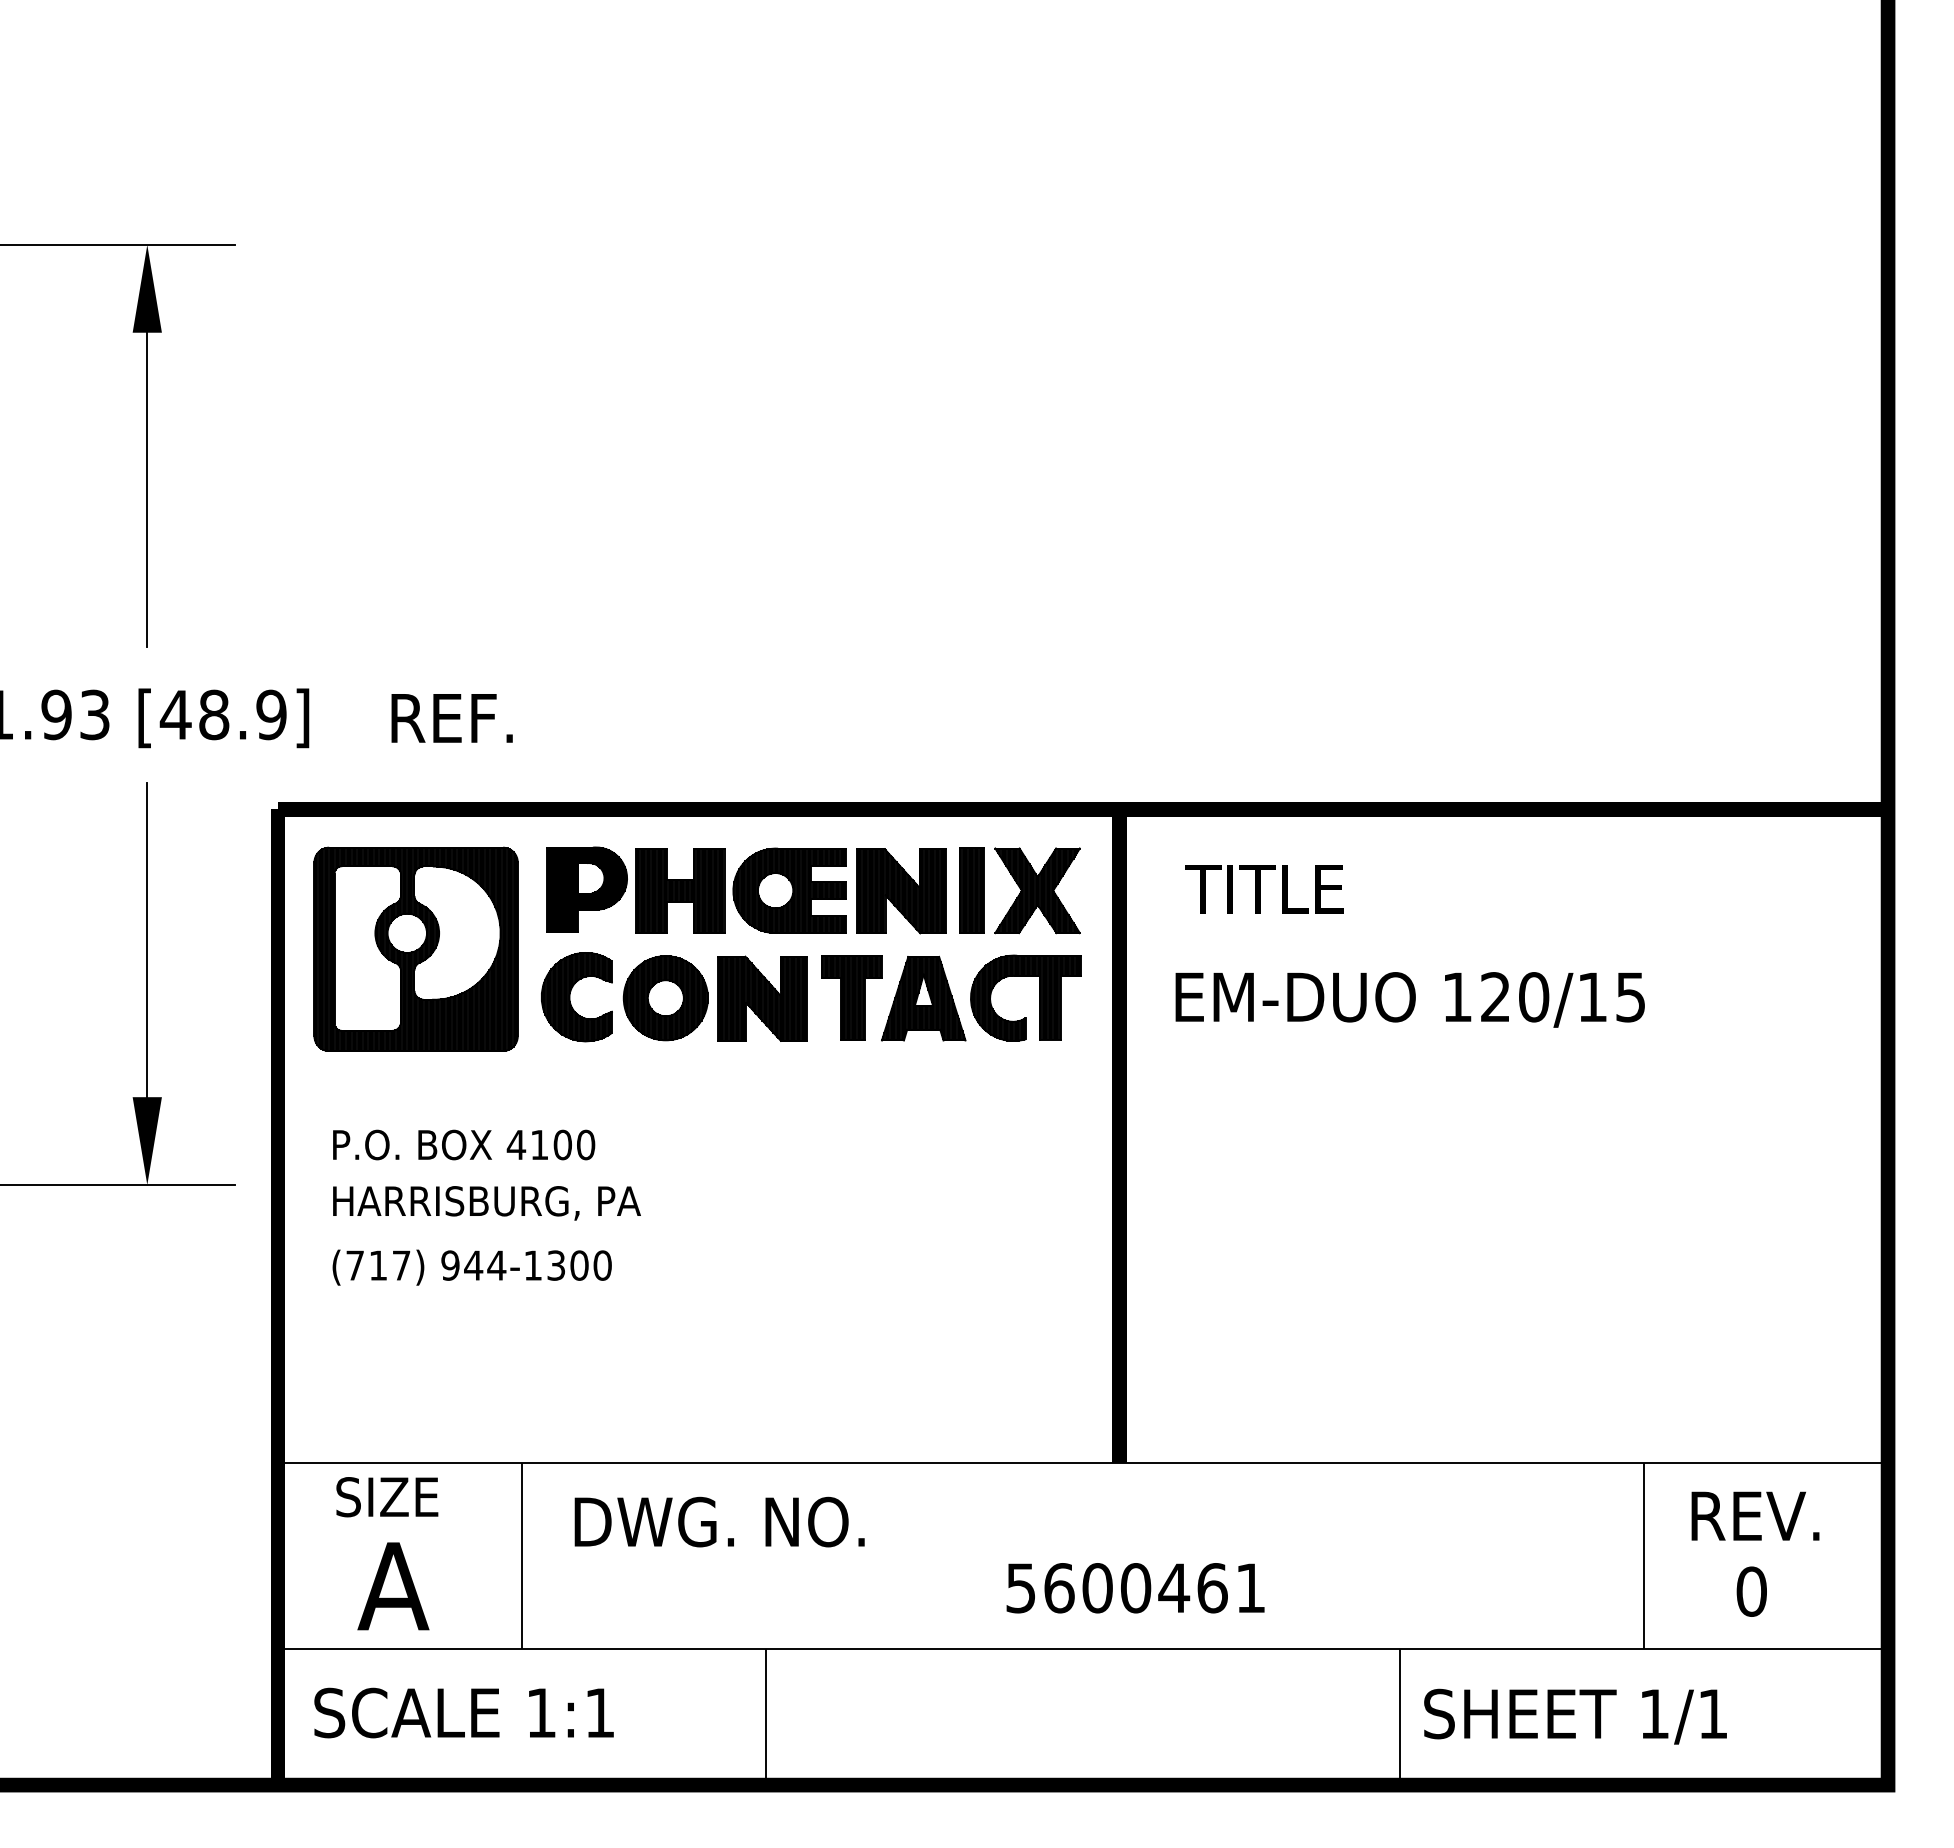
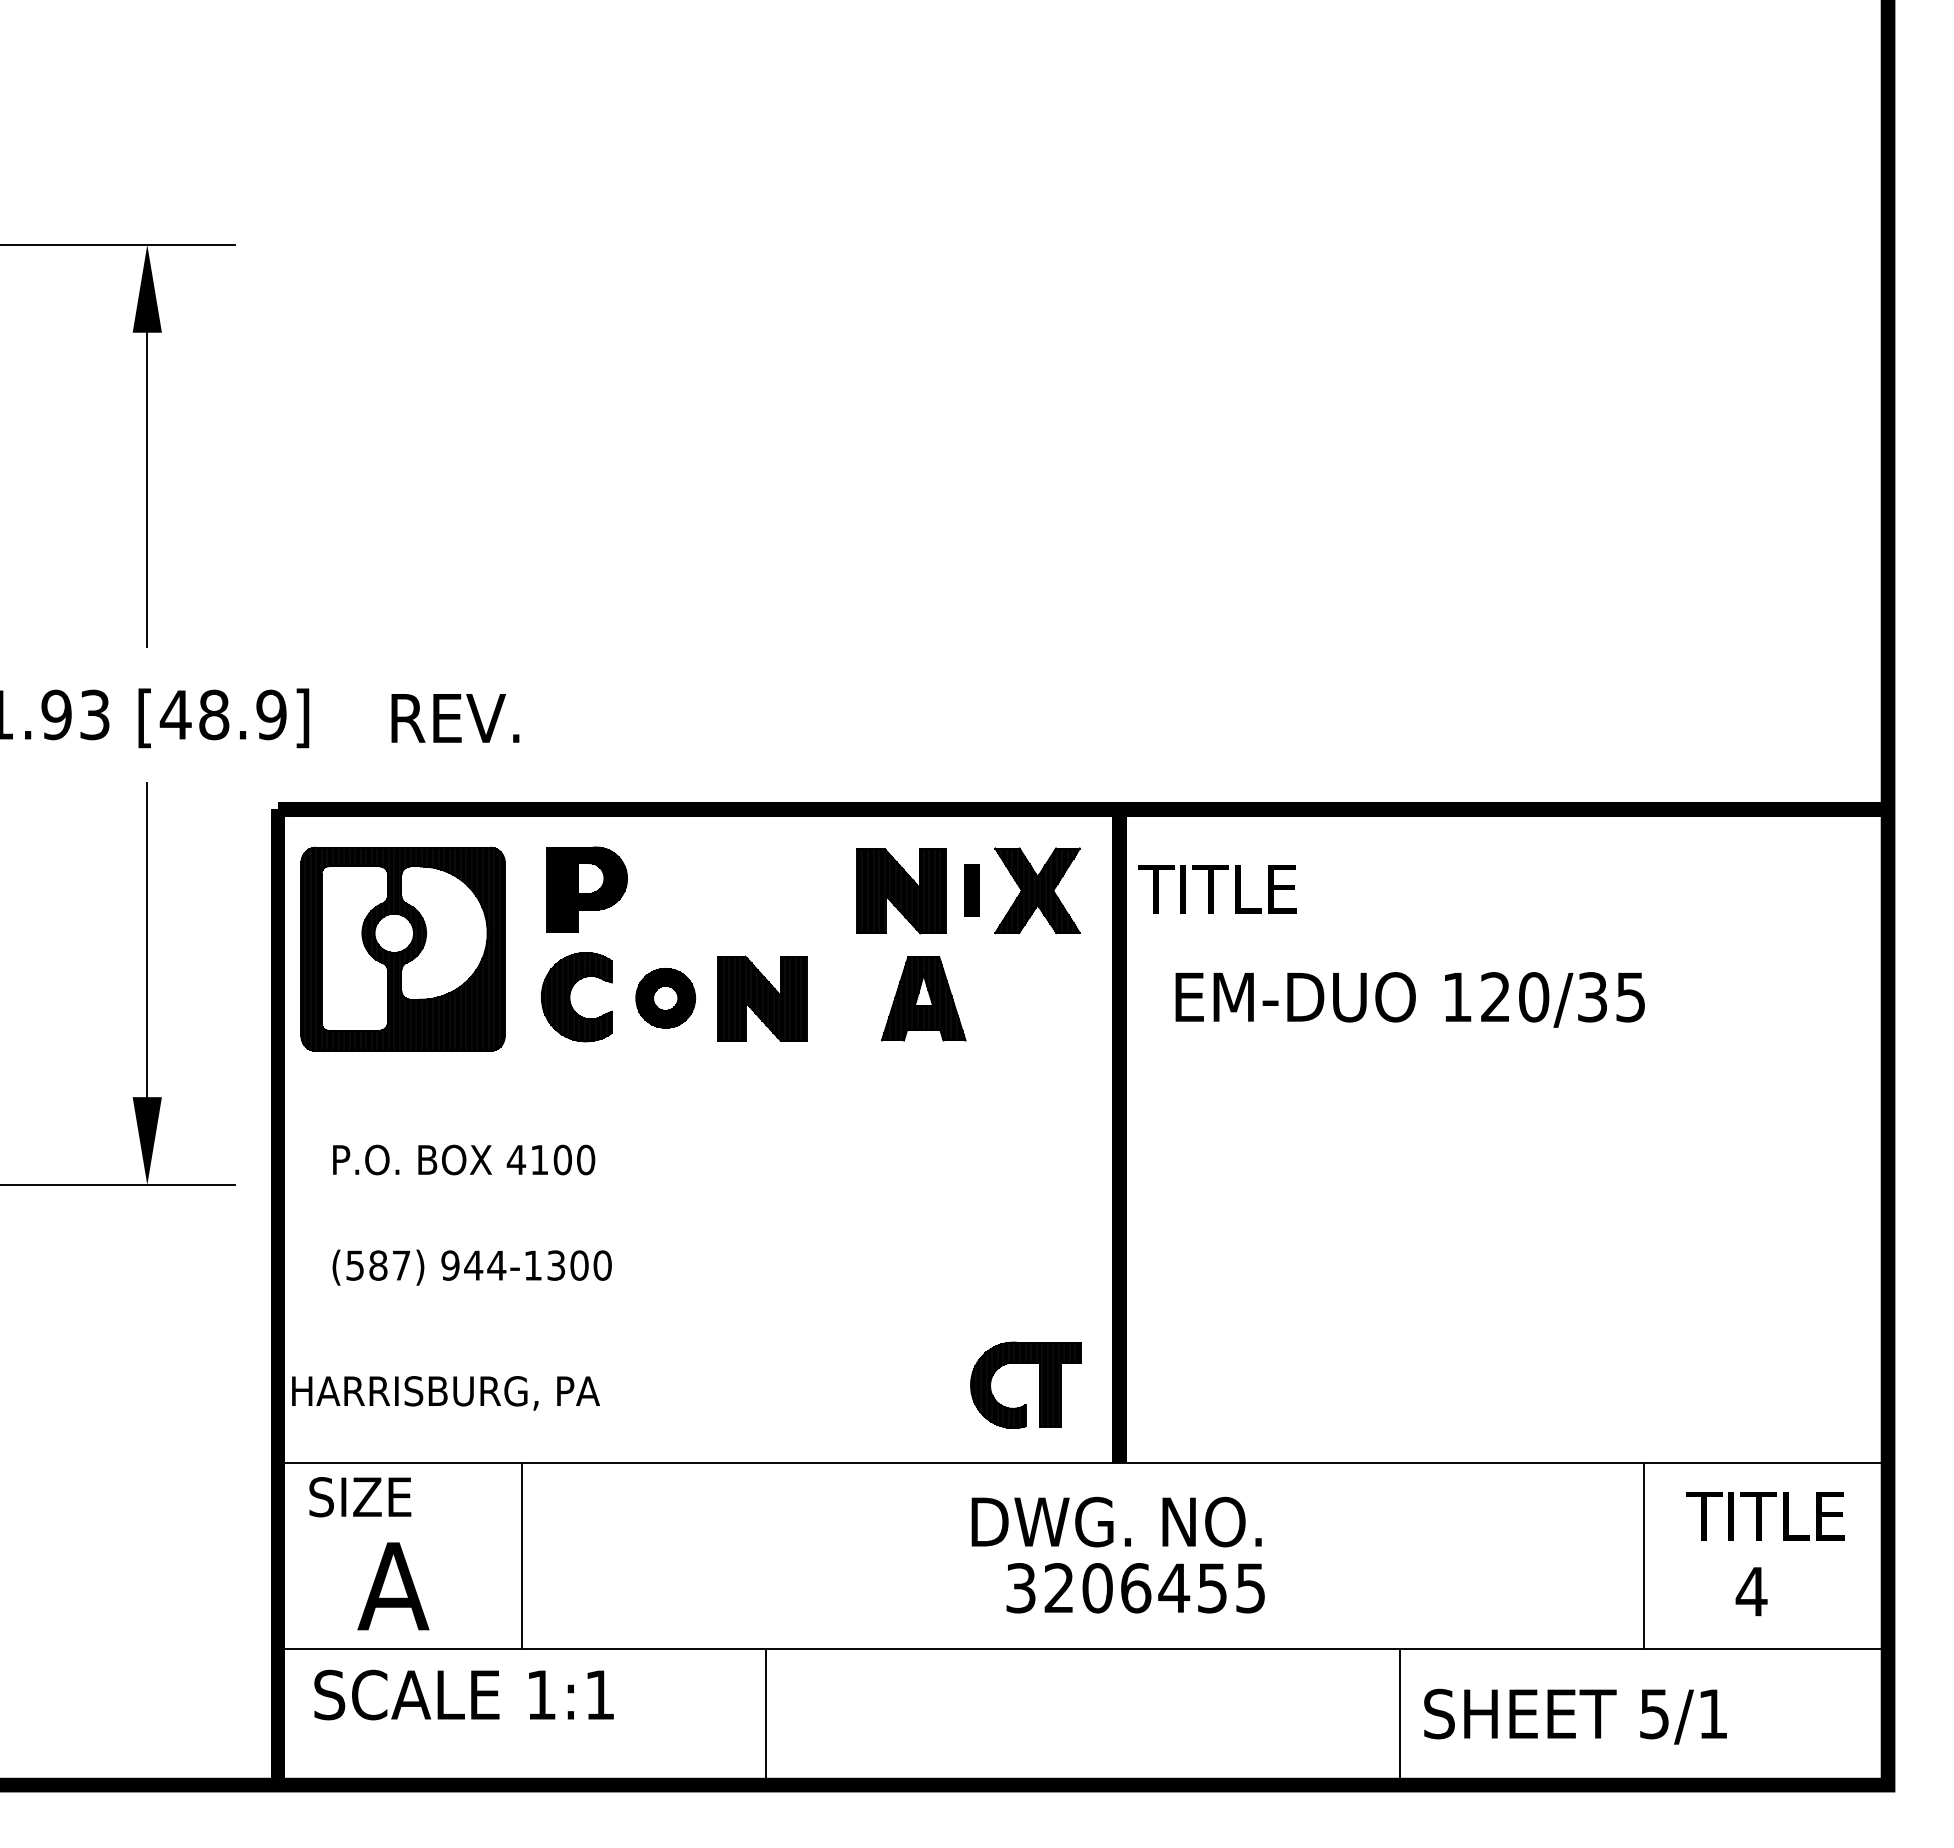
text at (492, 718): REF. -> REV.
text at (1264, 889) position: (1264, 889) -> (1217, 889)
part at (740, 890): present -> none
part at (971, 890) size: 26x87 px -> 16x53 px
part at (415, 948) position: (415, 948) -> (402, 948)
part at (851, 997): present -> none
part at (1039, 997) position: (1039, 997) -> (1039, 1384)
text at (1592, 997): 120/15 -> 120/35
part at (665, 998) size: 87x87 px -> 62x61 px
text at (464, 1144) position: (464, 1144) -> (464, 1159)
text at (486, 1203) position: (486, 1203) -> (445, 1393)
text at (366, 1265): (717) -> (587)
text at (387, 1497) position: (387, 1497) -> (360, 1497)
text at (1765, 1515): REV. -> TITLE
text at (719, 1521) position: (719, 1521) -> (1116, 1521)
text at (1135, 1588): 5600461 -> 3206455
text at (1751, 1591): 0 -> 4
text at (463, 1712) position: (463, 1712) -> (463, 1694)
text at (1654, 1714): 1/1 -> 5/1
